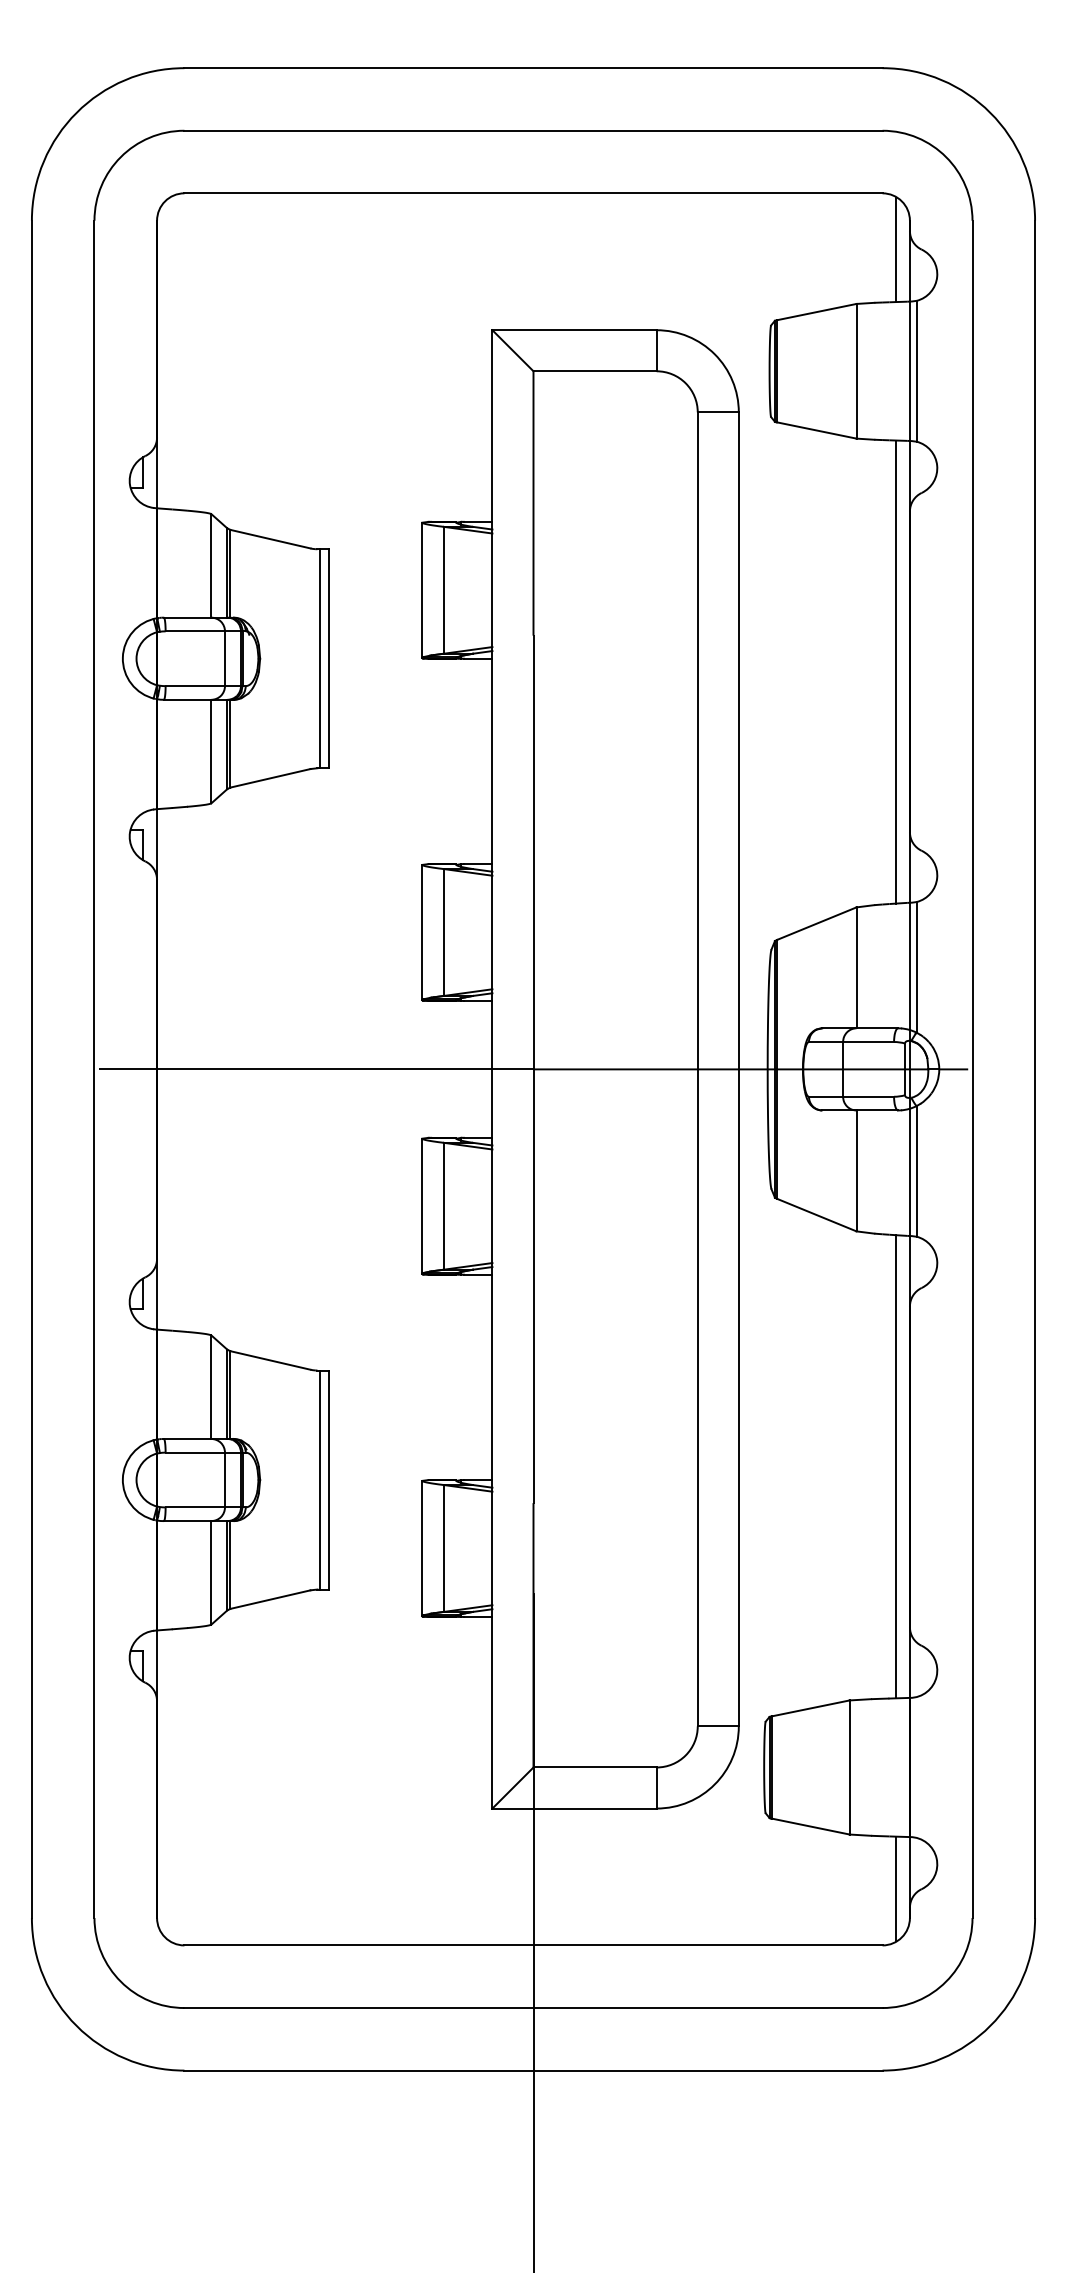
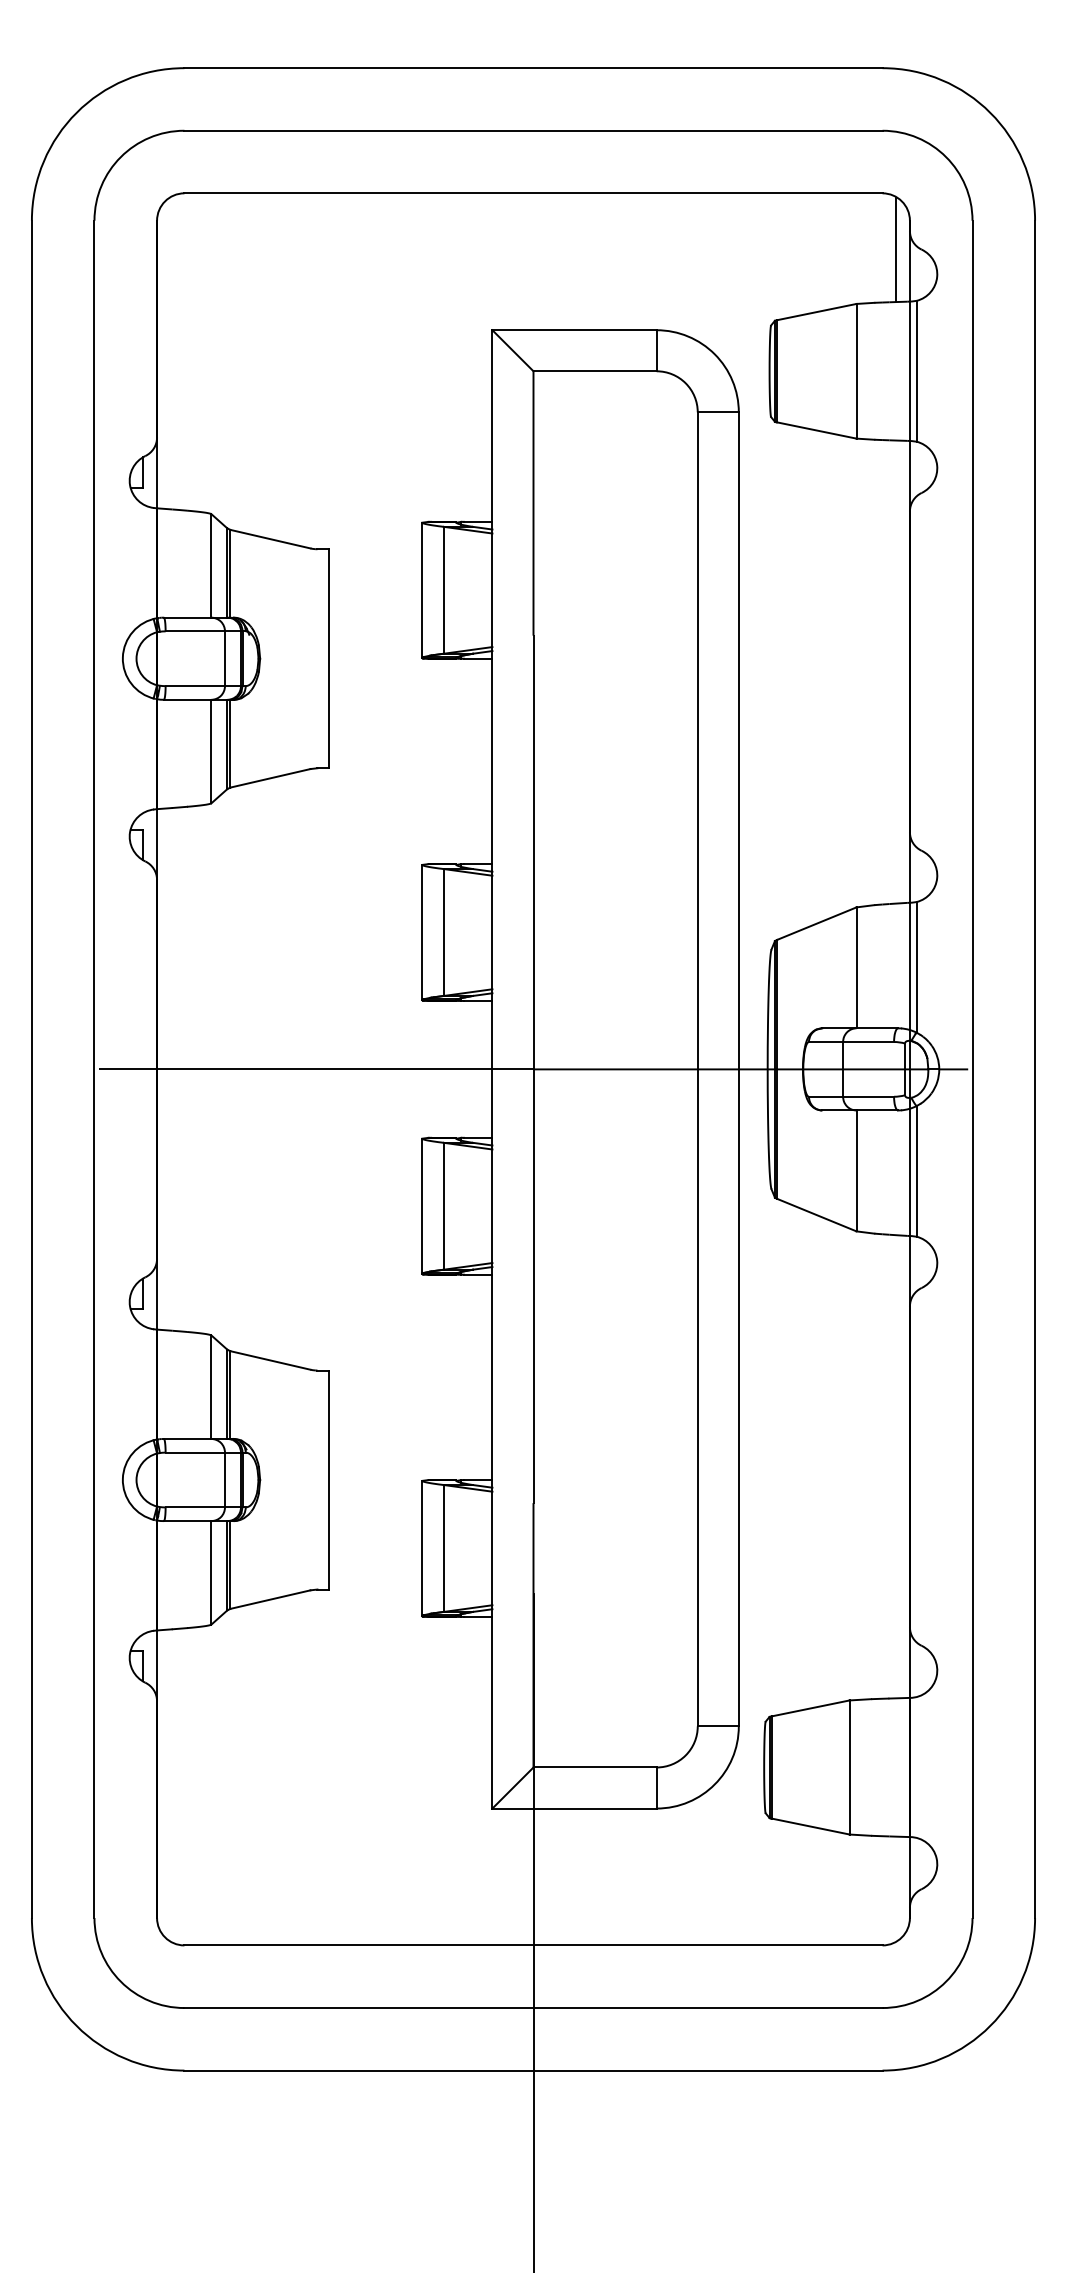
line at (320, 658): present -> none
line at (896, 671): present -> none
line at (896, 1466): present -> none
line at (320, 1479): present -> none
line at (896, 1888): present -> none
